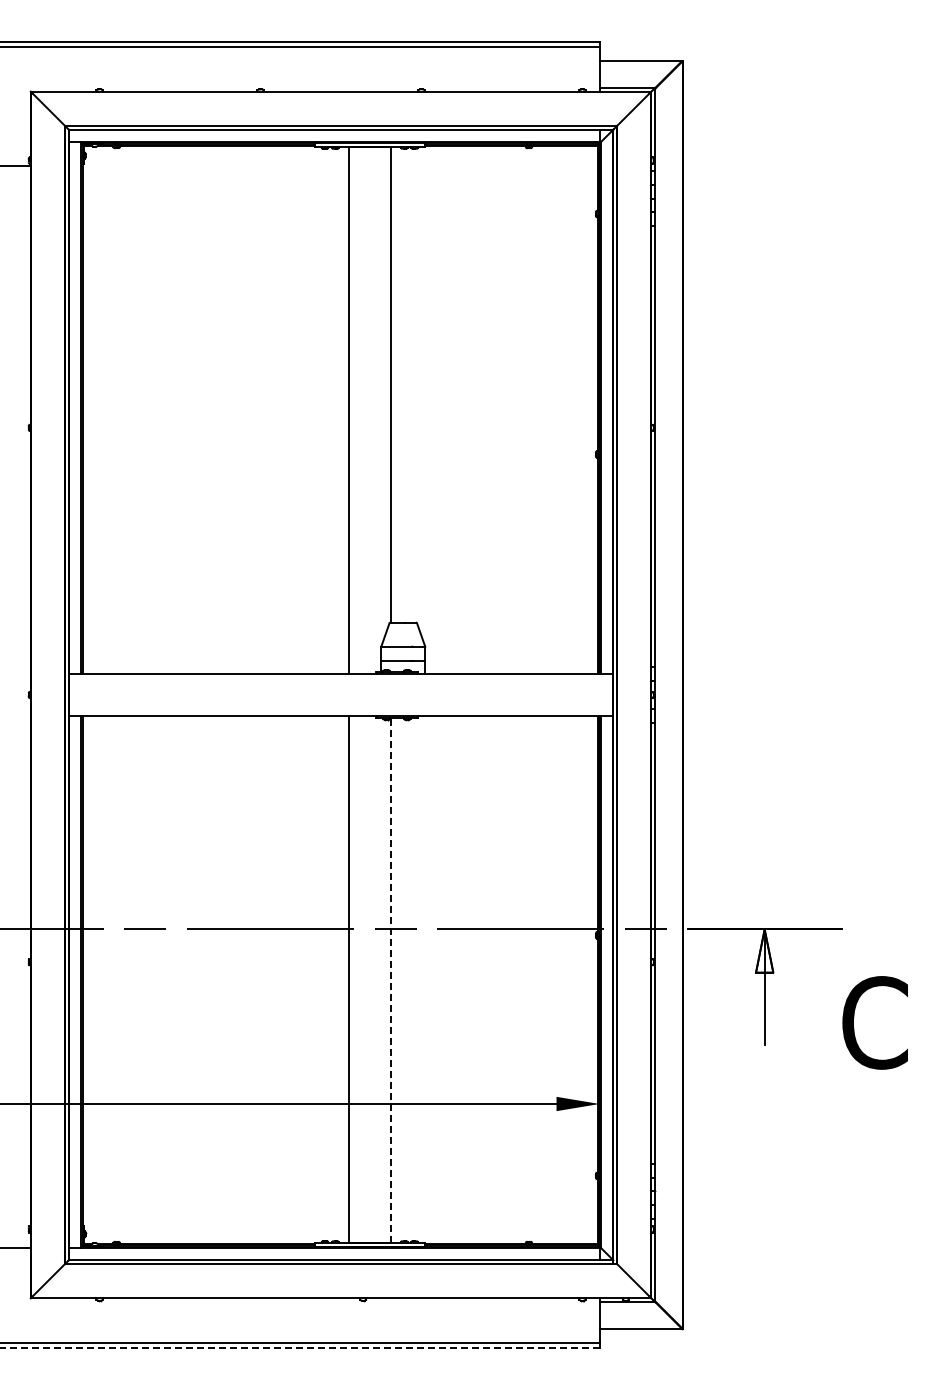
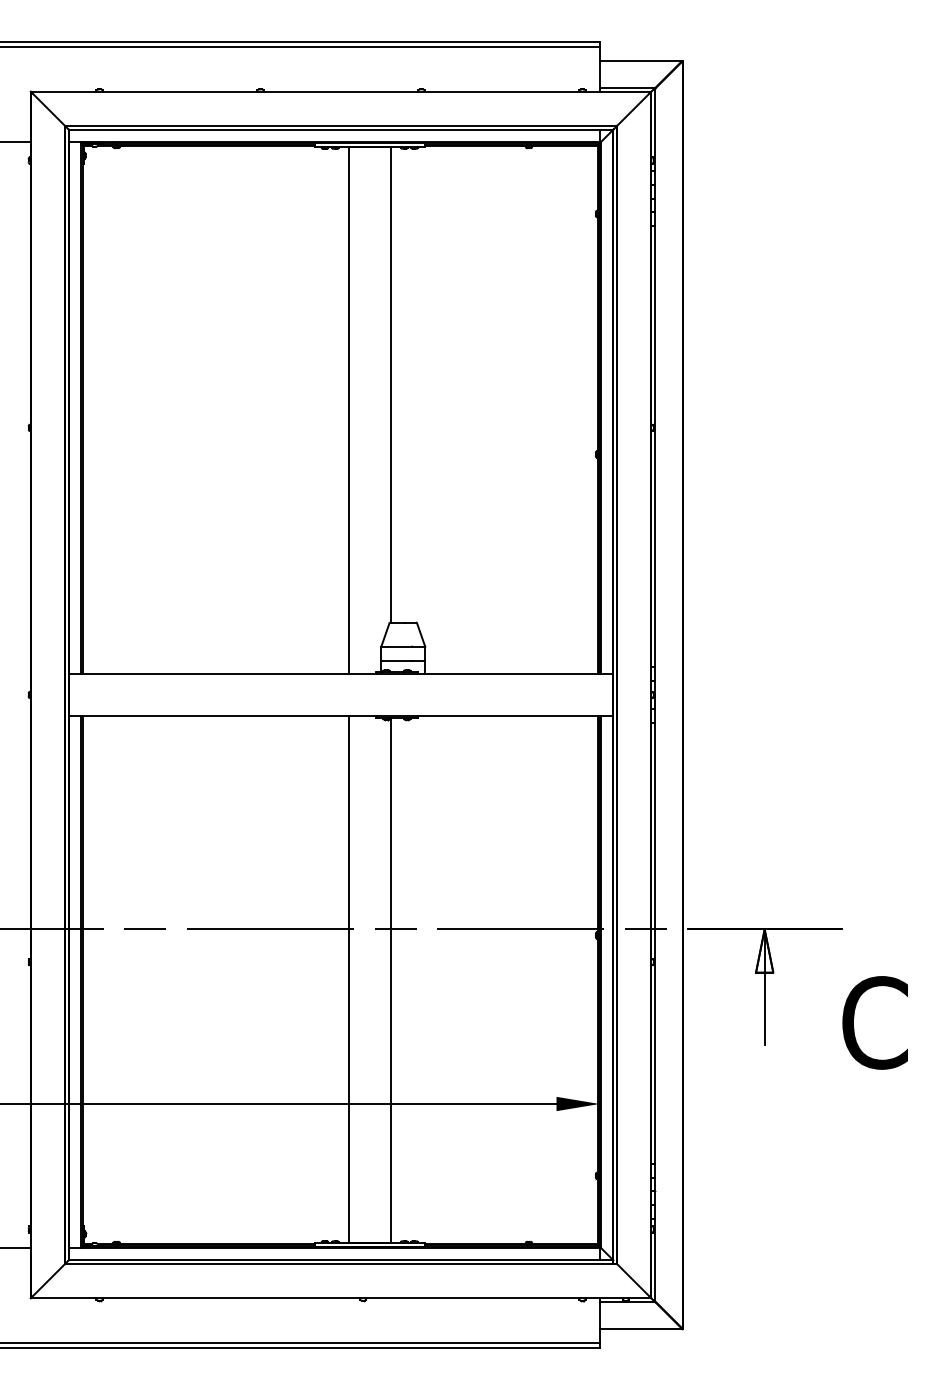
line at (16, 166) position: (16, 166) -> (16, 142)
line at (390, 980): dashed -> solid
line at (299, 1348): dashed -> solid
